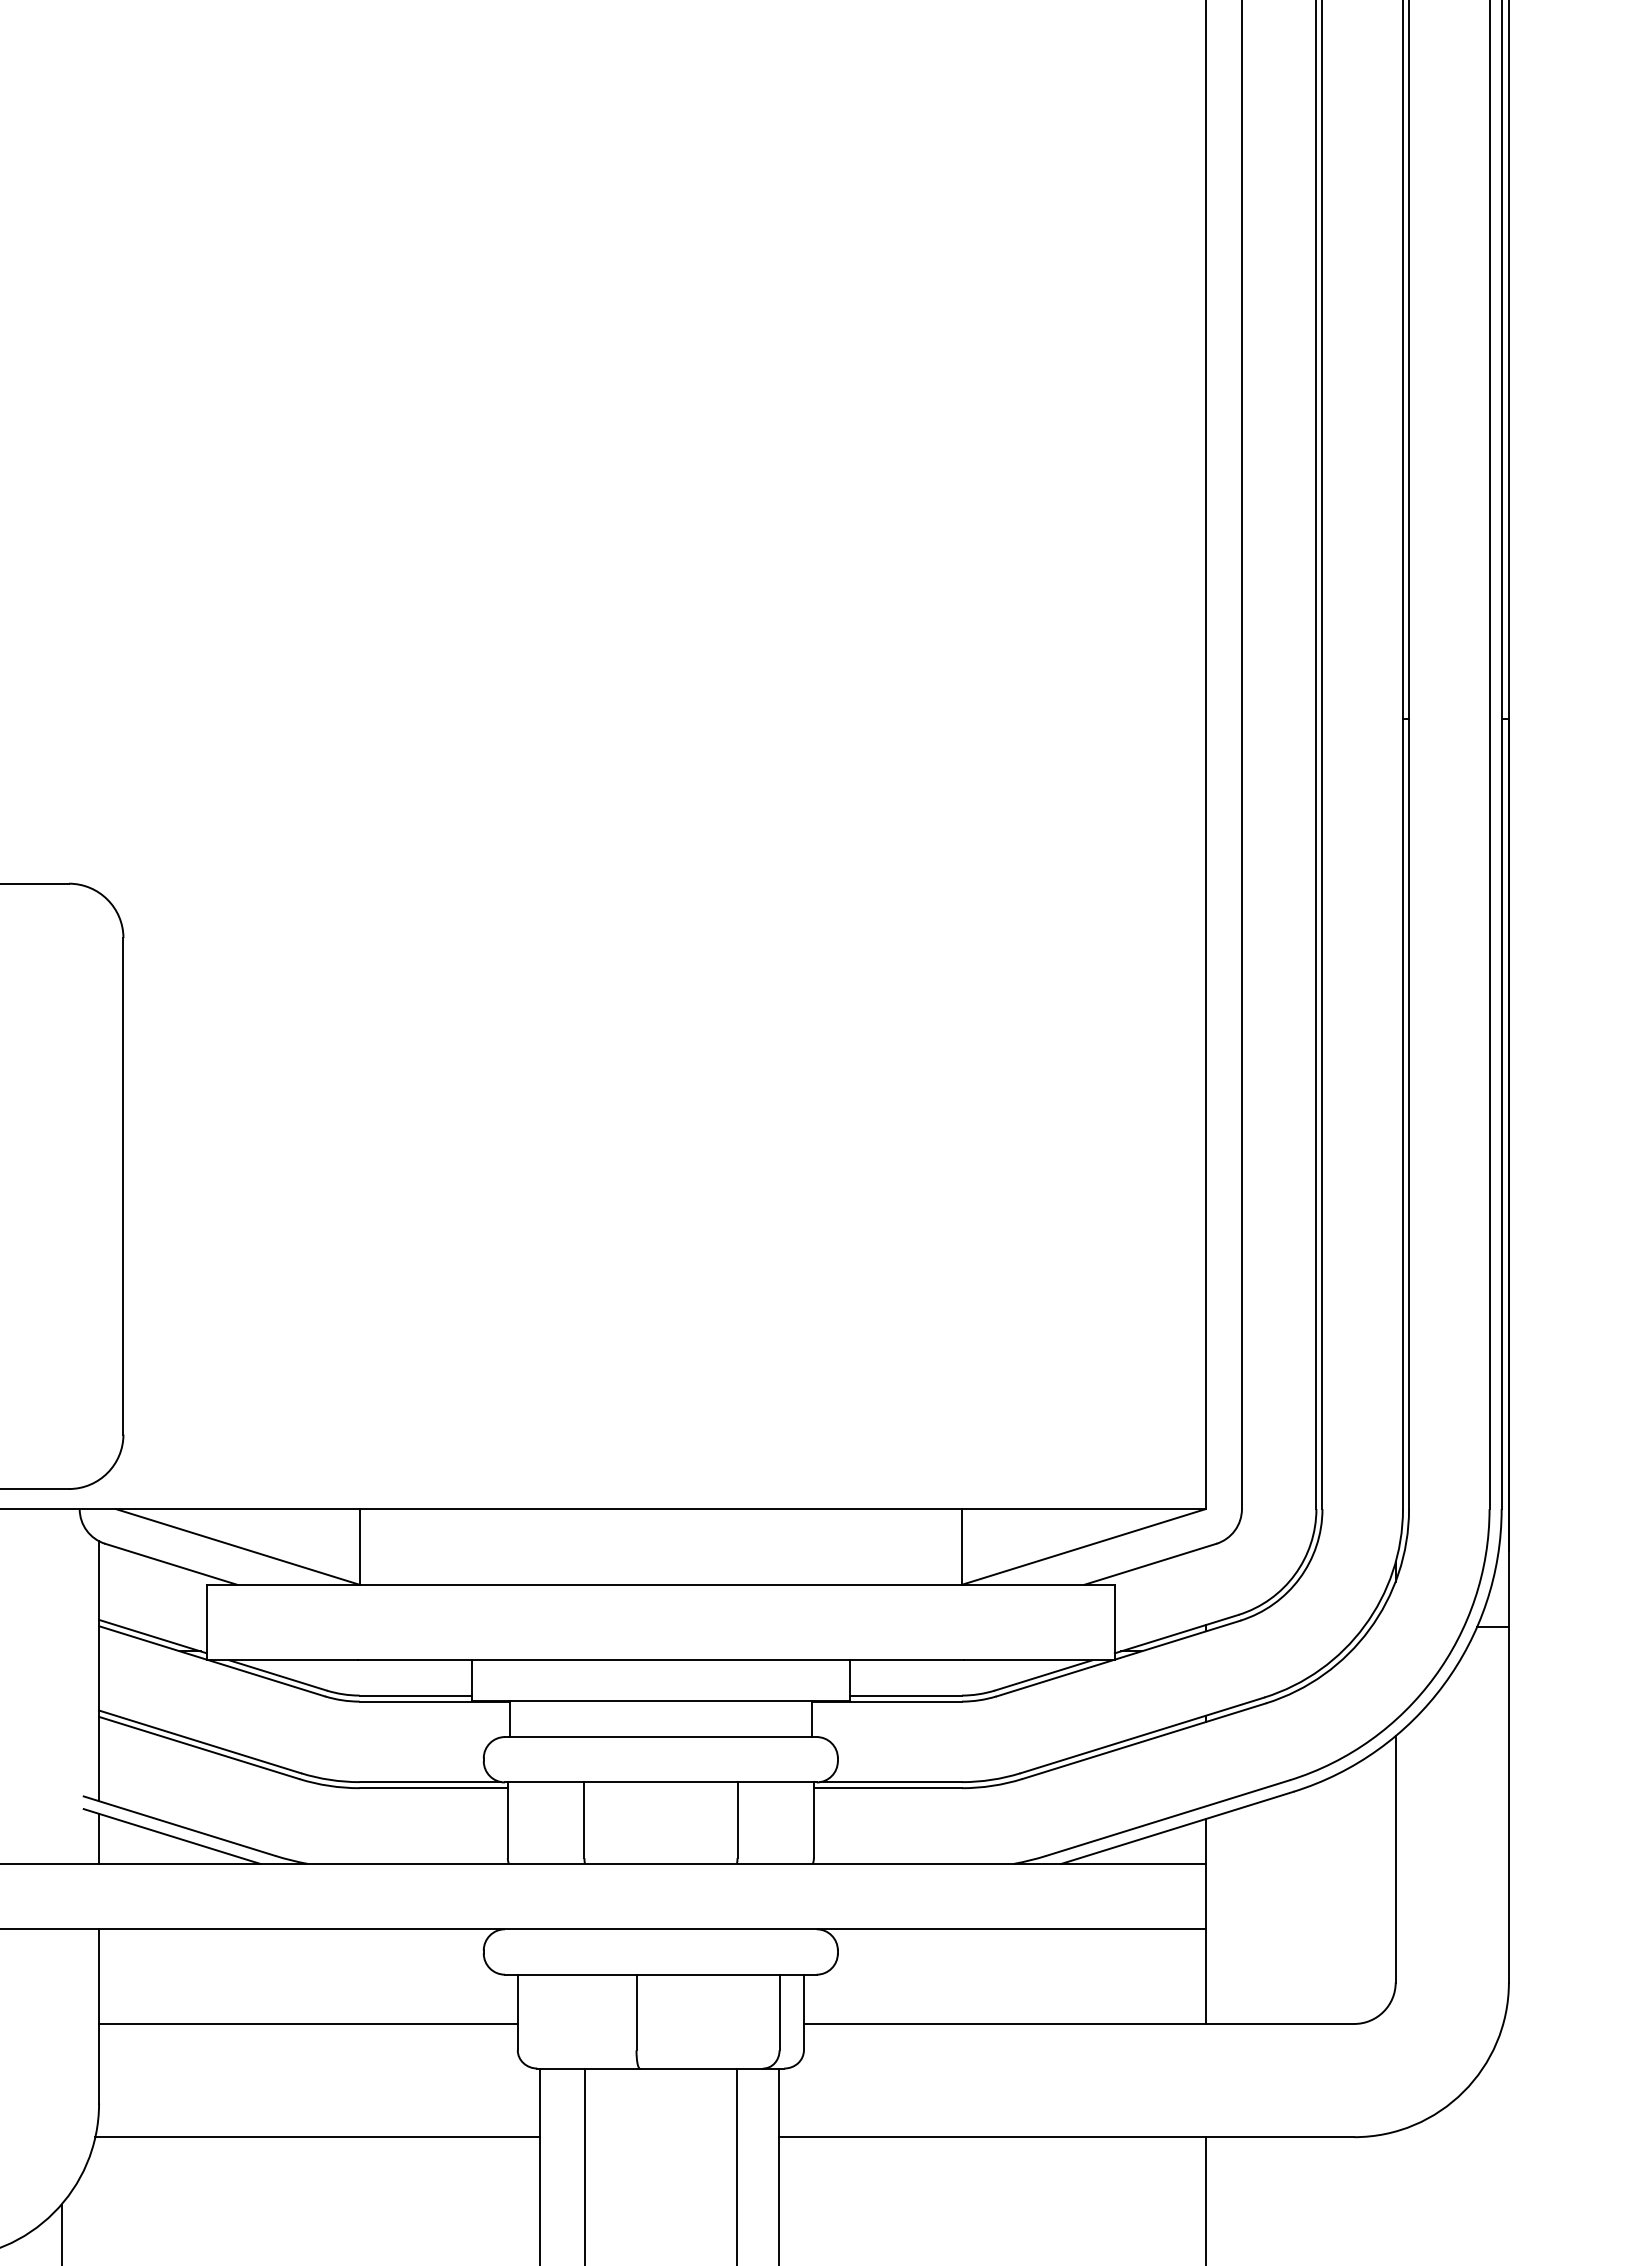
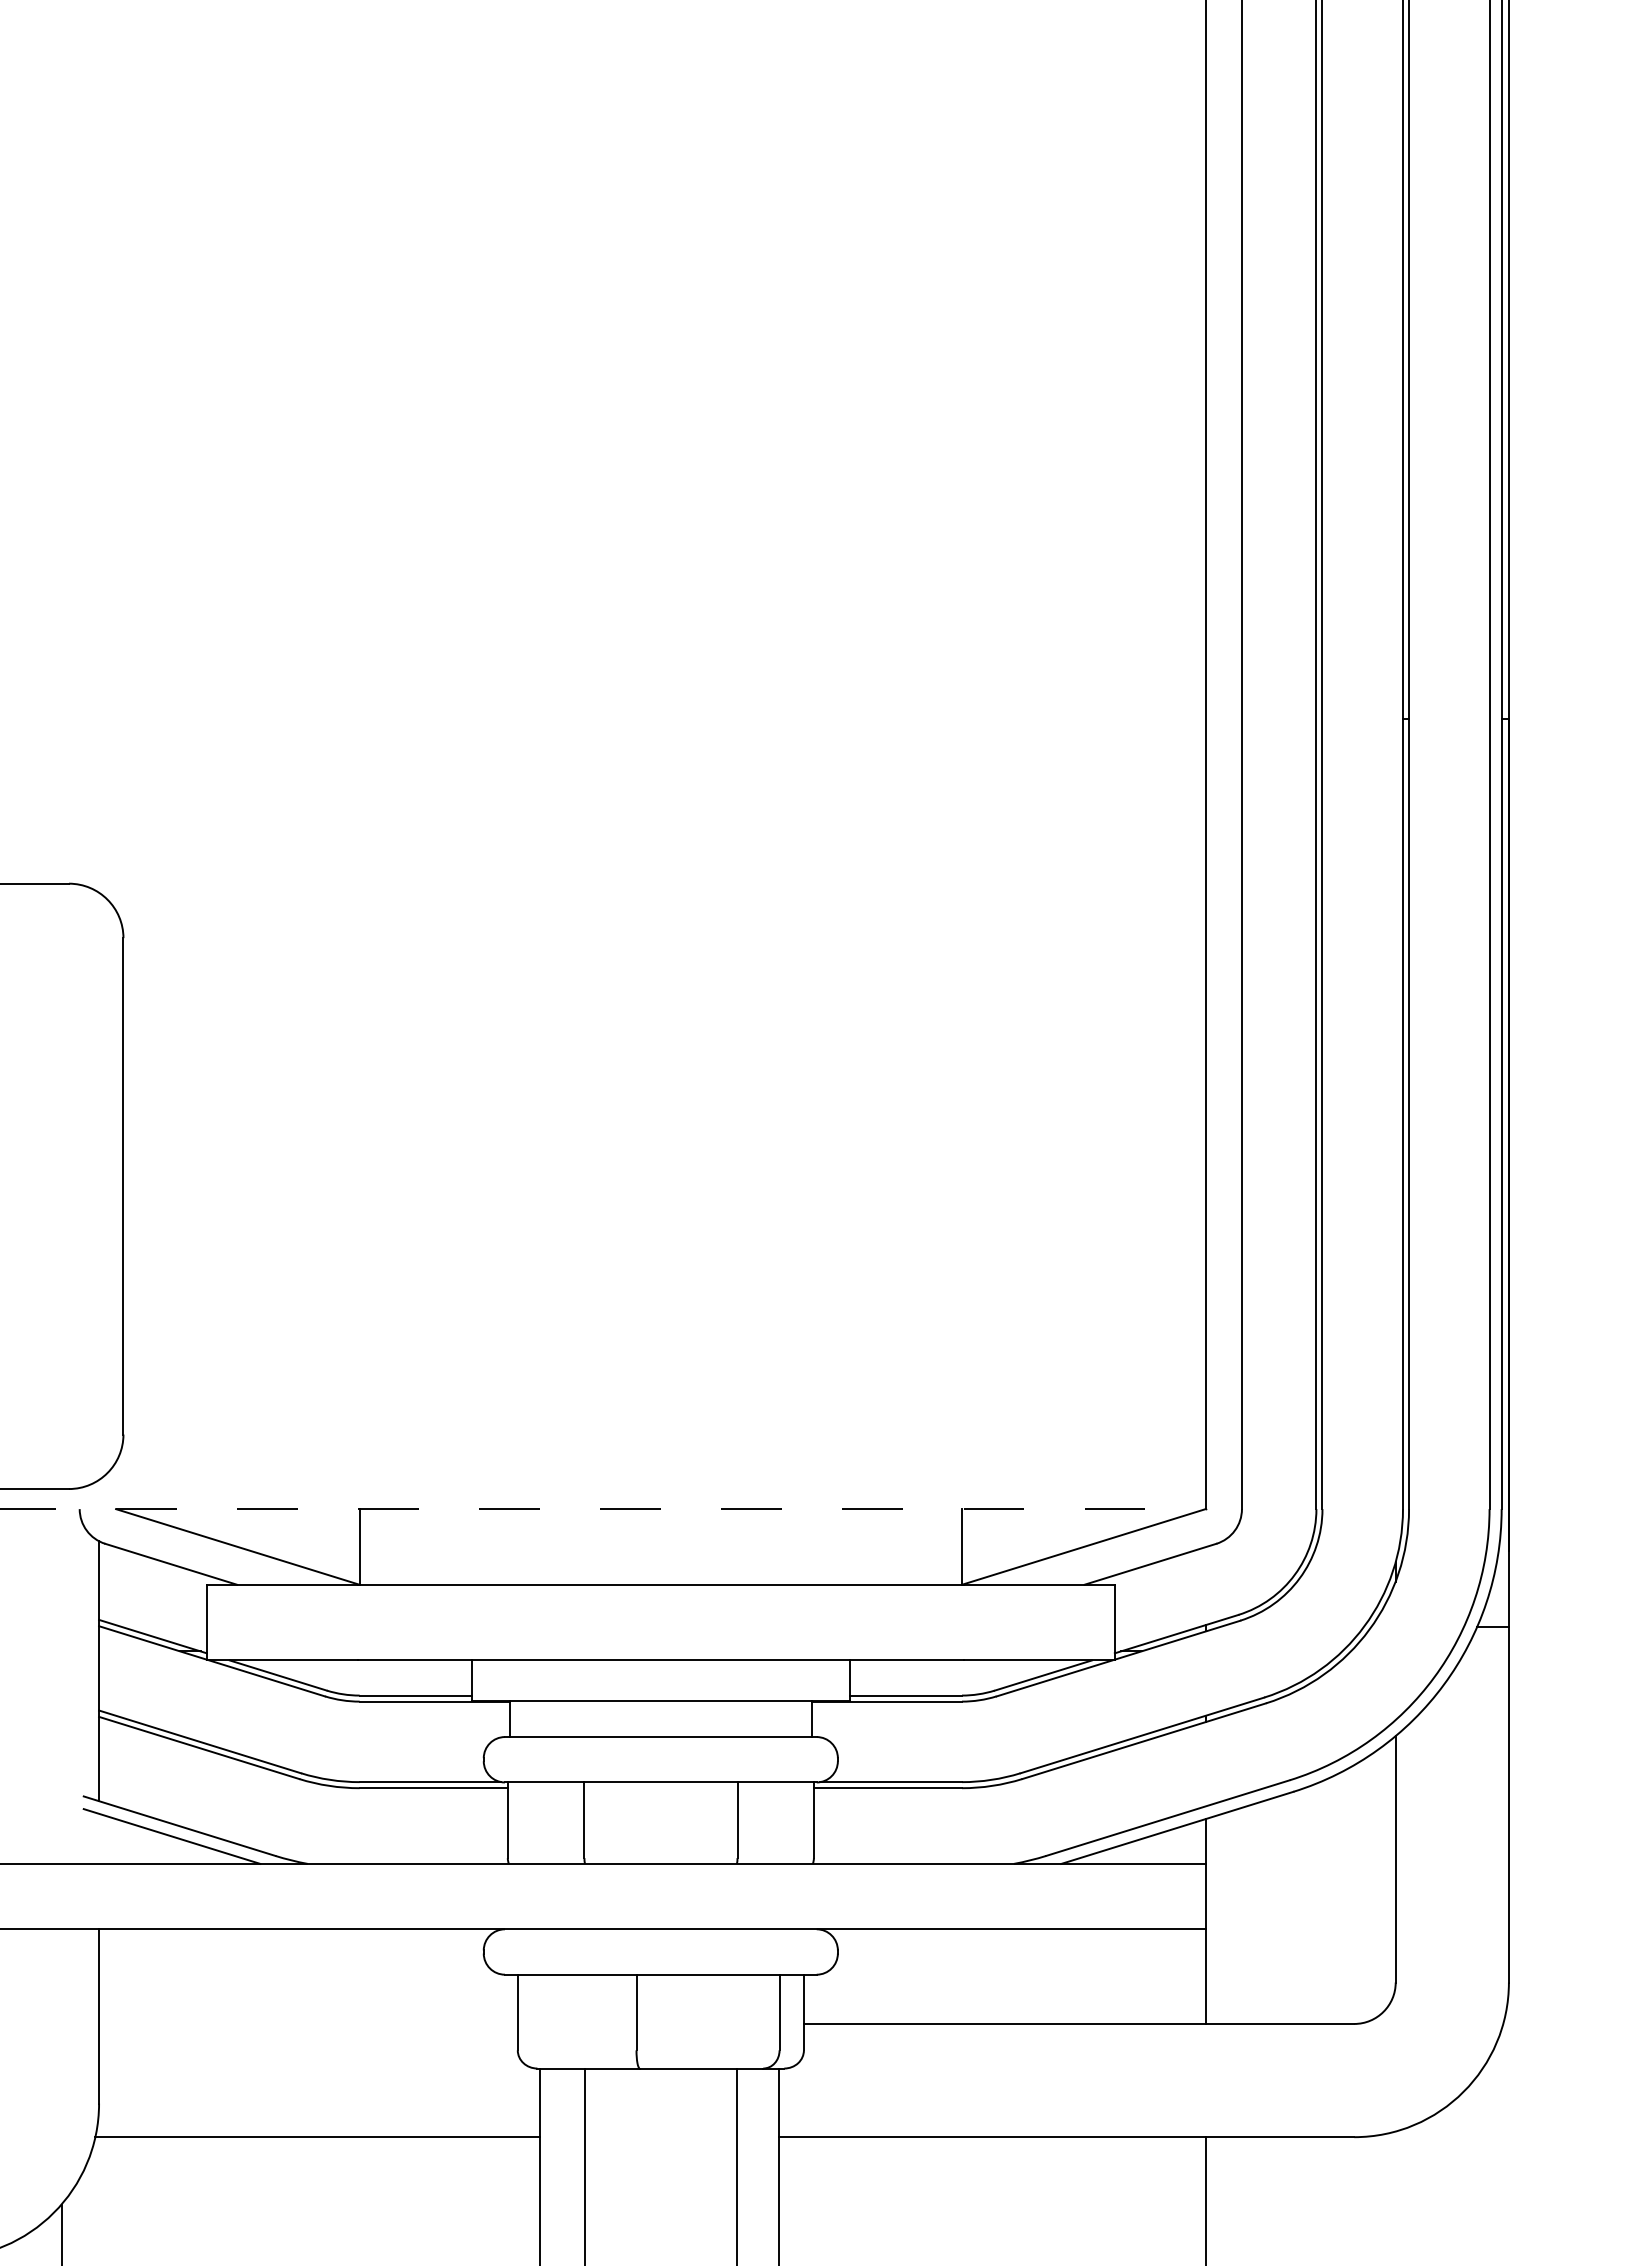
line at (603, 1509): solid -> dashed
line at (99, 1838): present -> none
line at (308, 2023): present -> none
